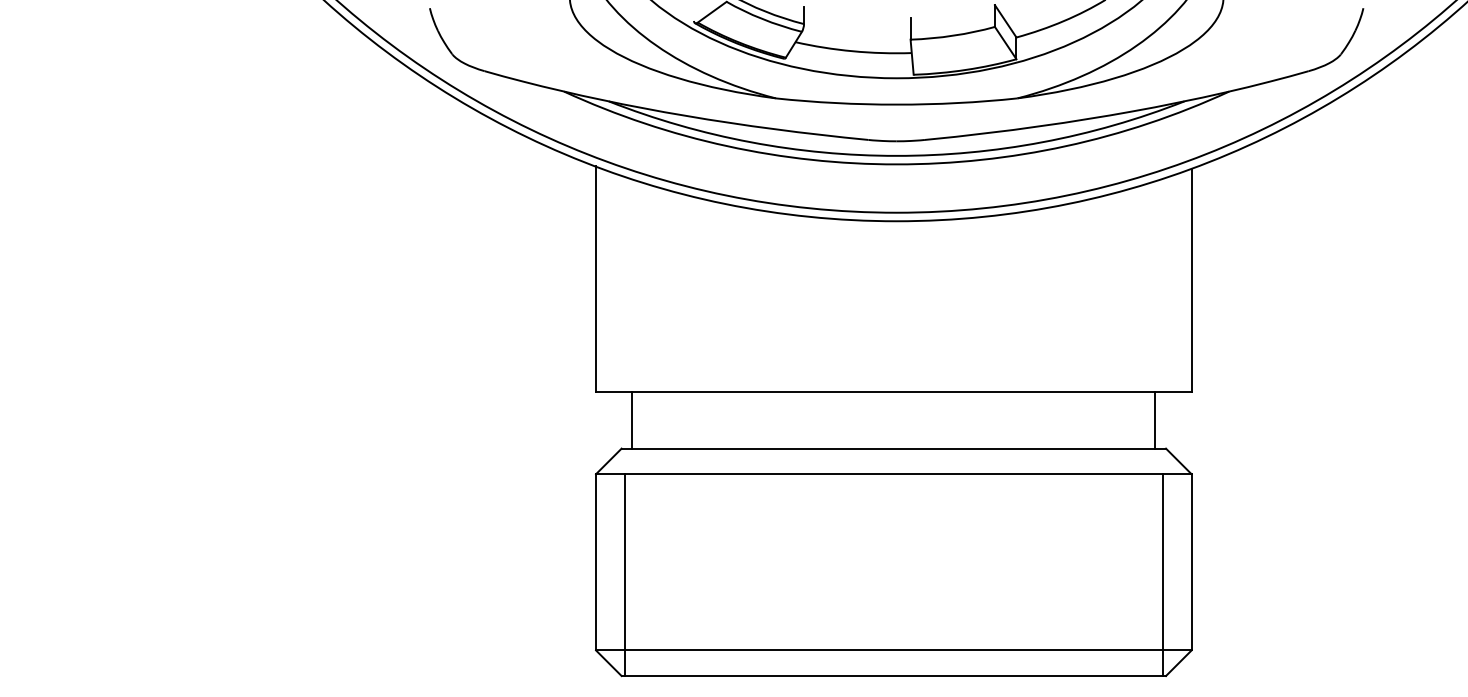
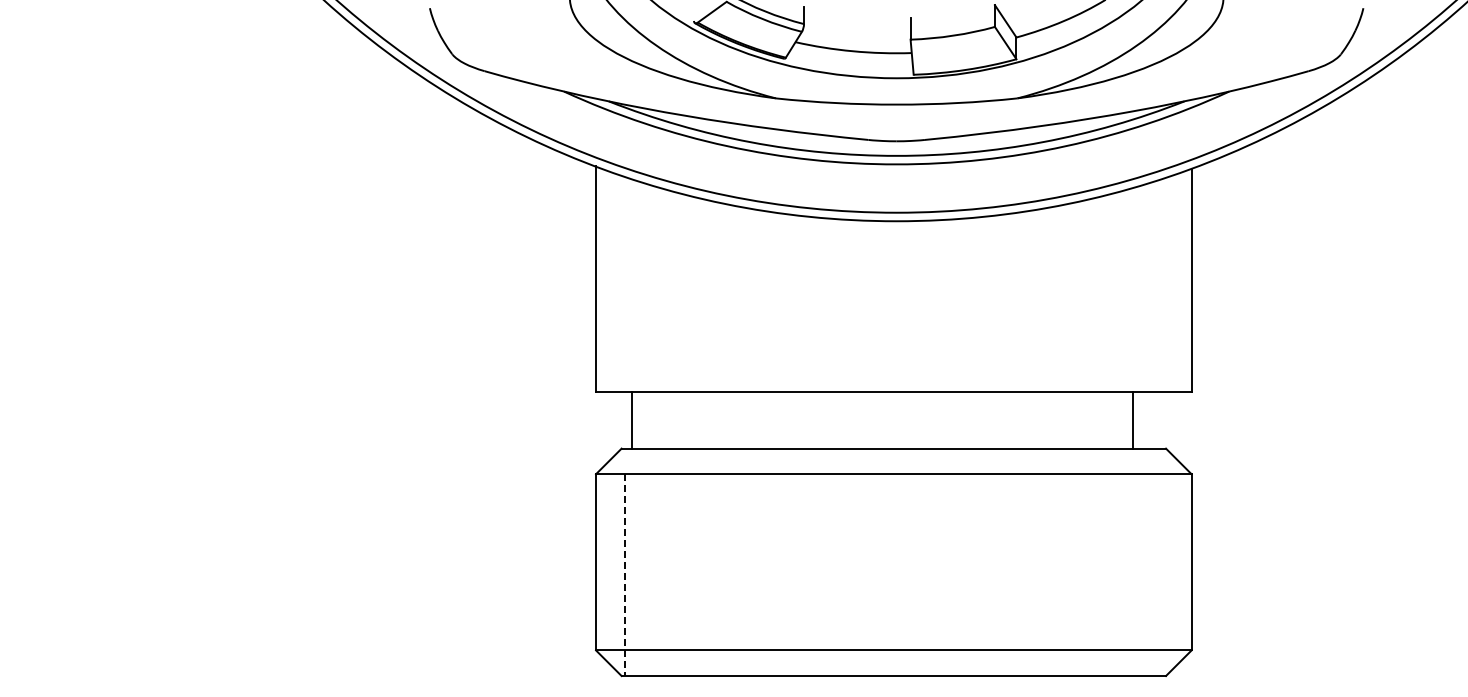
line at (1155, 419) position: (1155, 419) -> (1133, 419)
line at (625, 575): solid -> dashed
line at (1162, 575): present -> none
